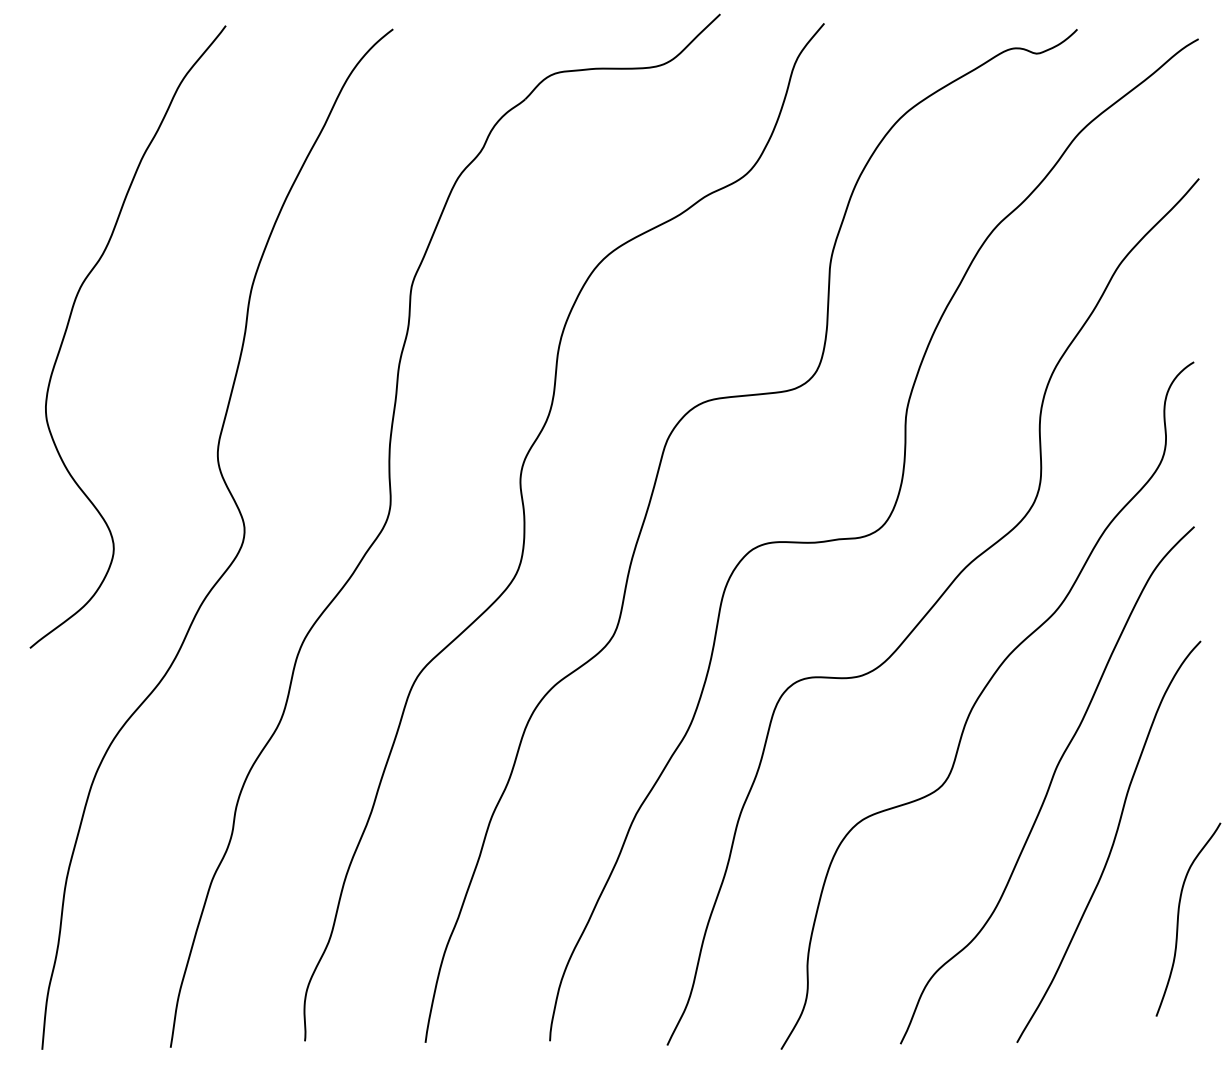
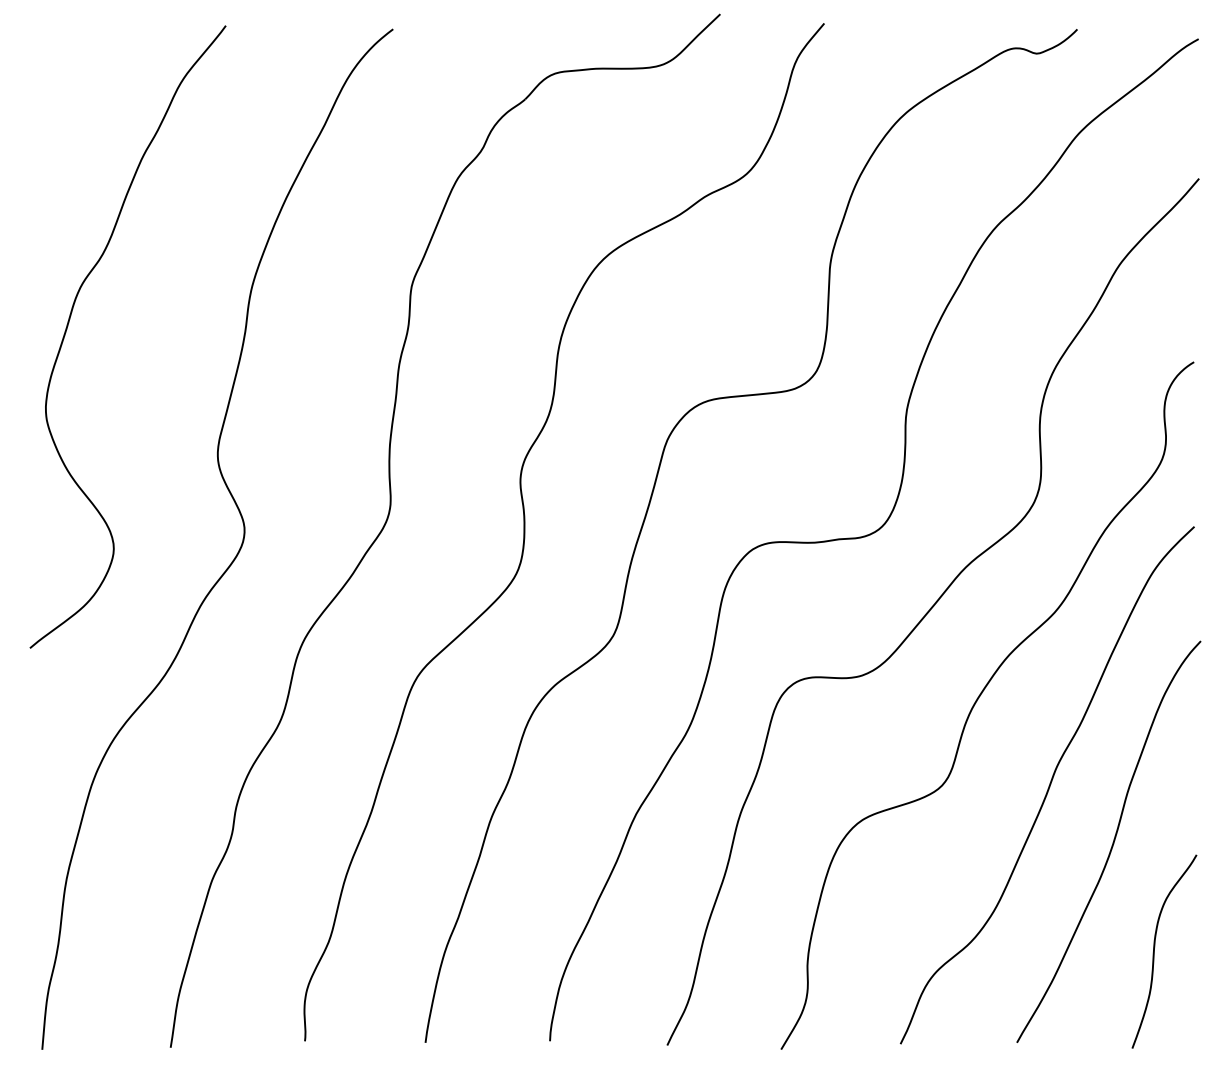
curve at (1179, 915) position: (1179, 915) -> (1155, 947)
